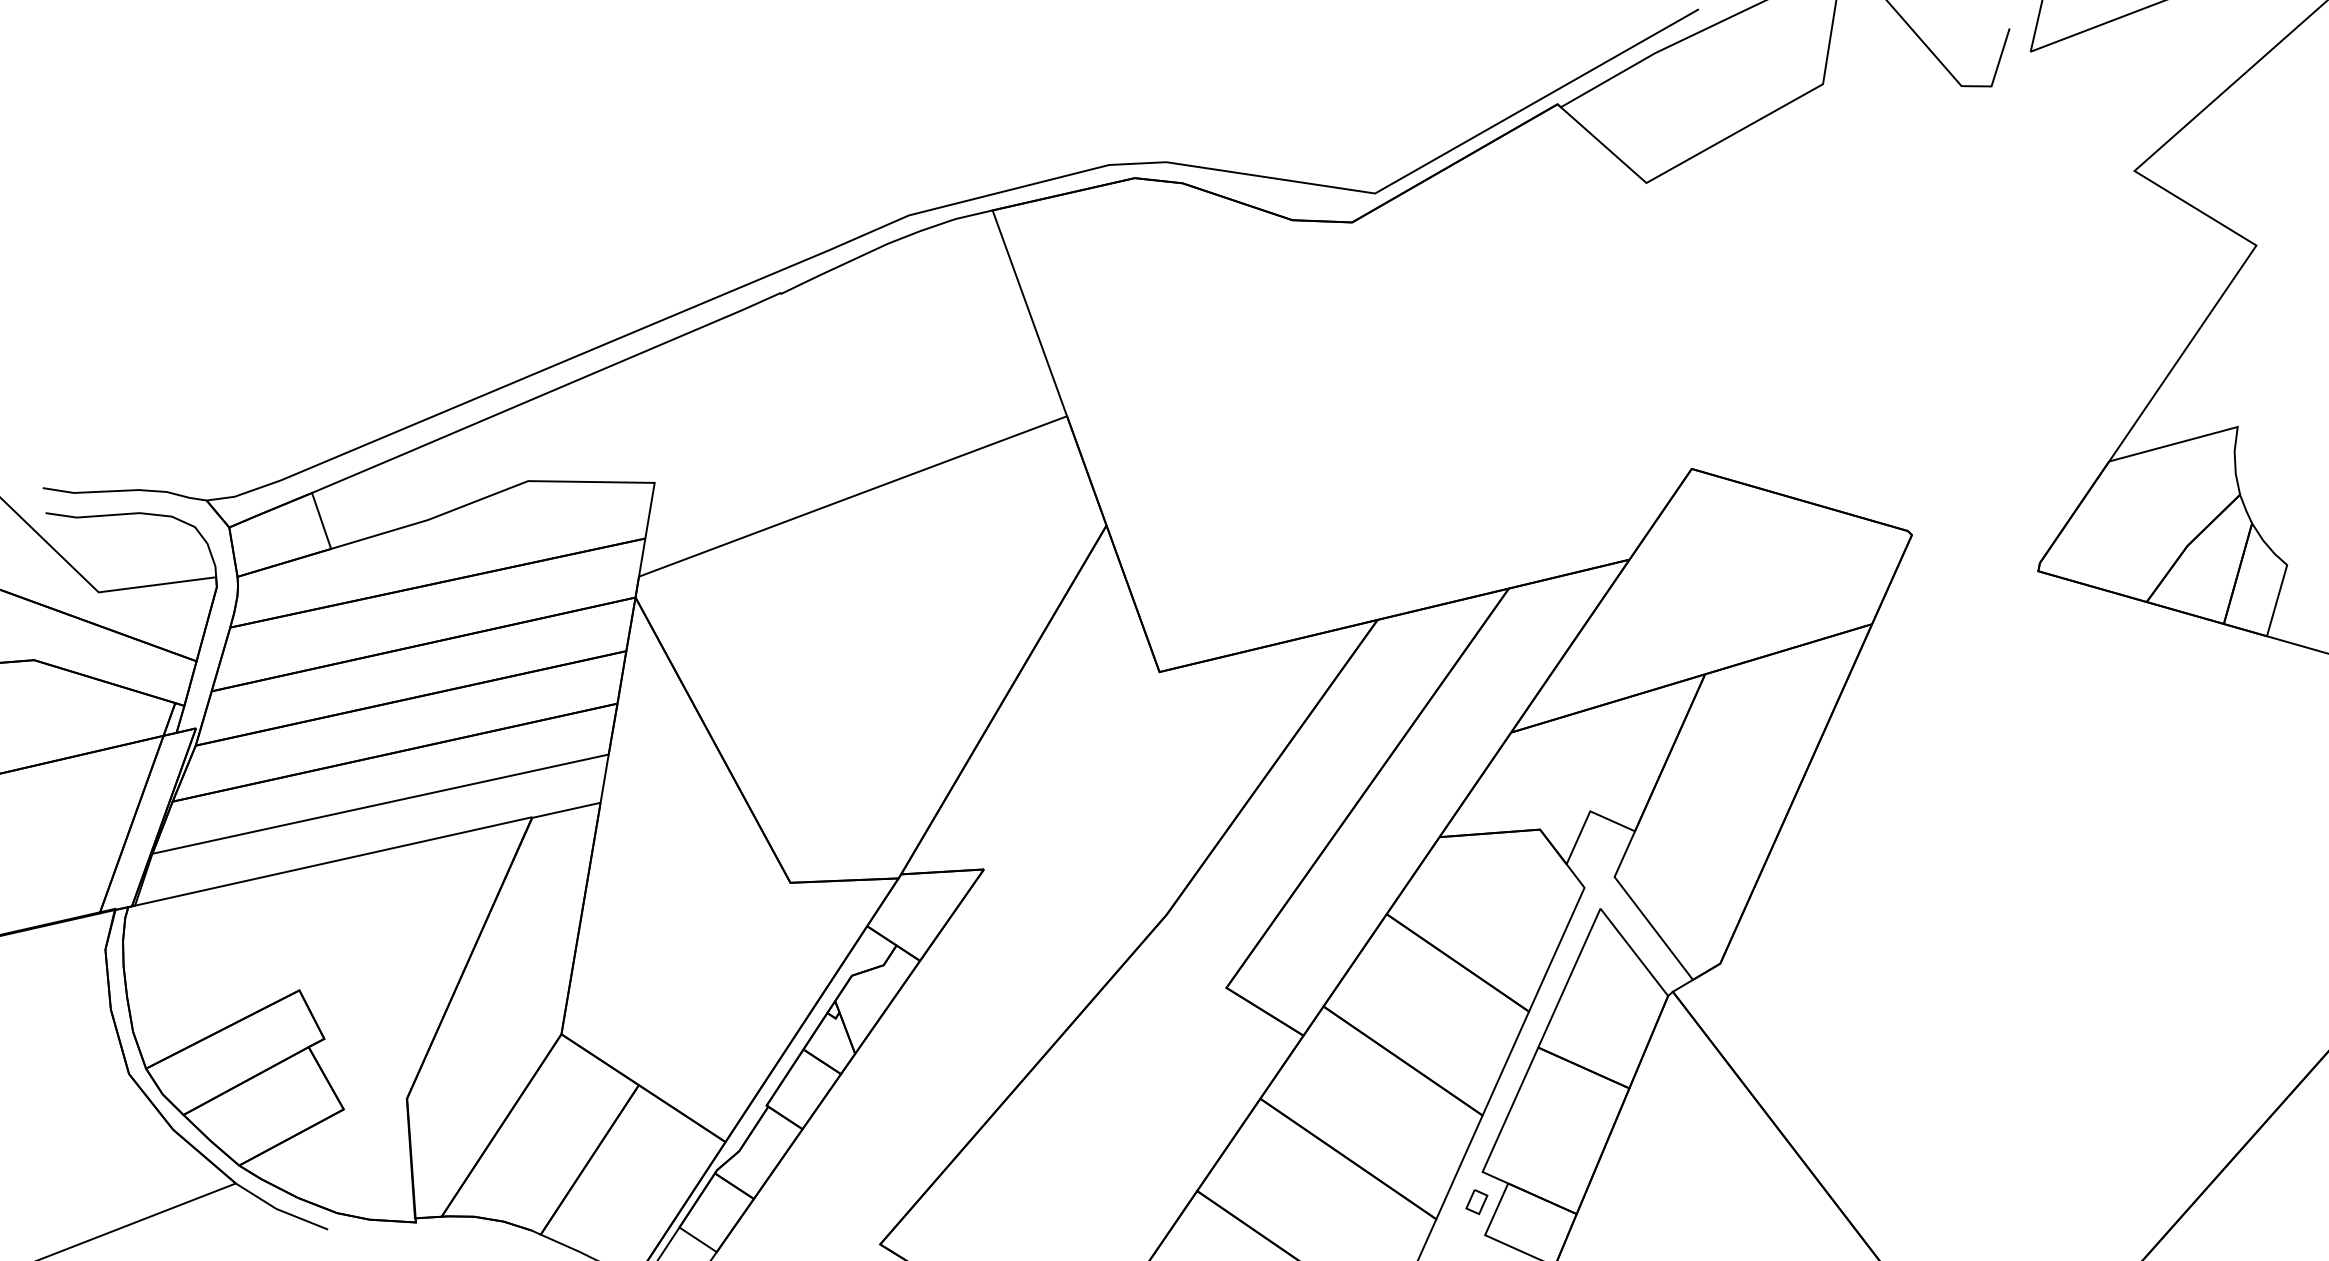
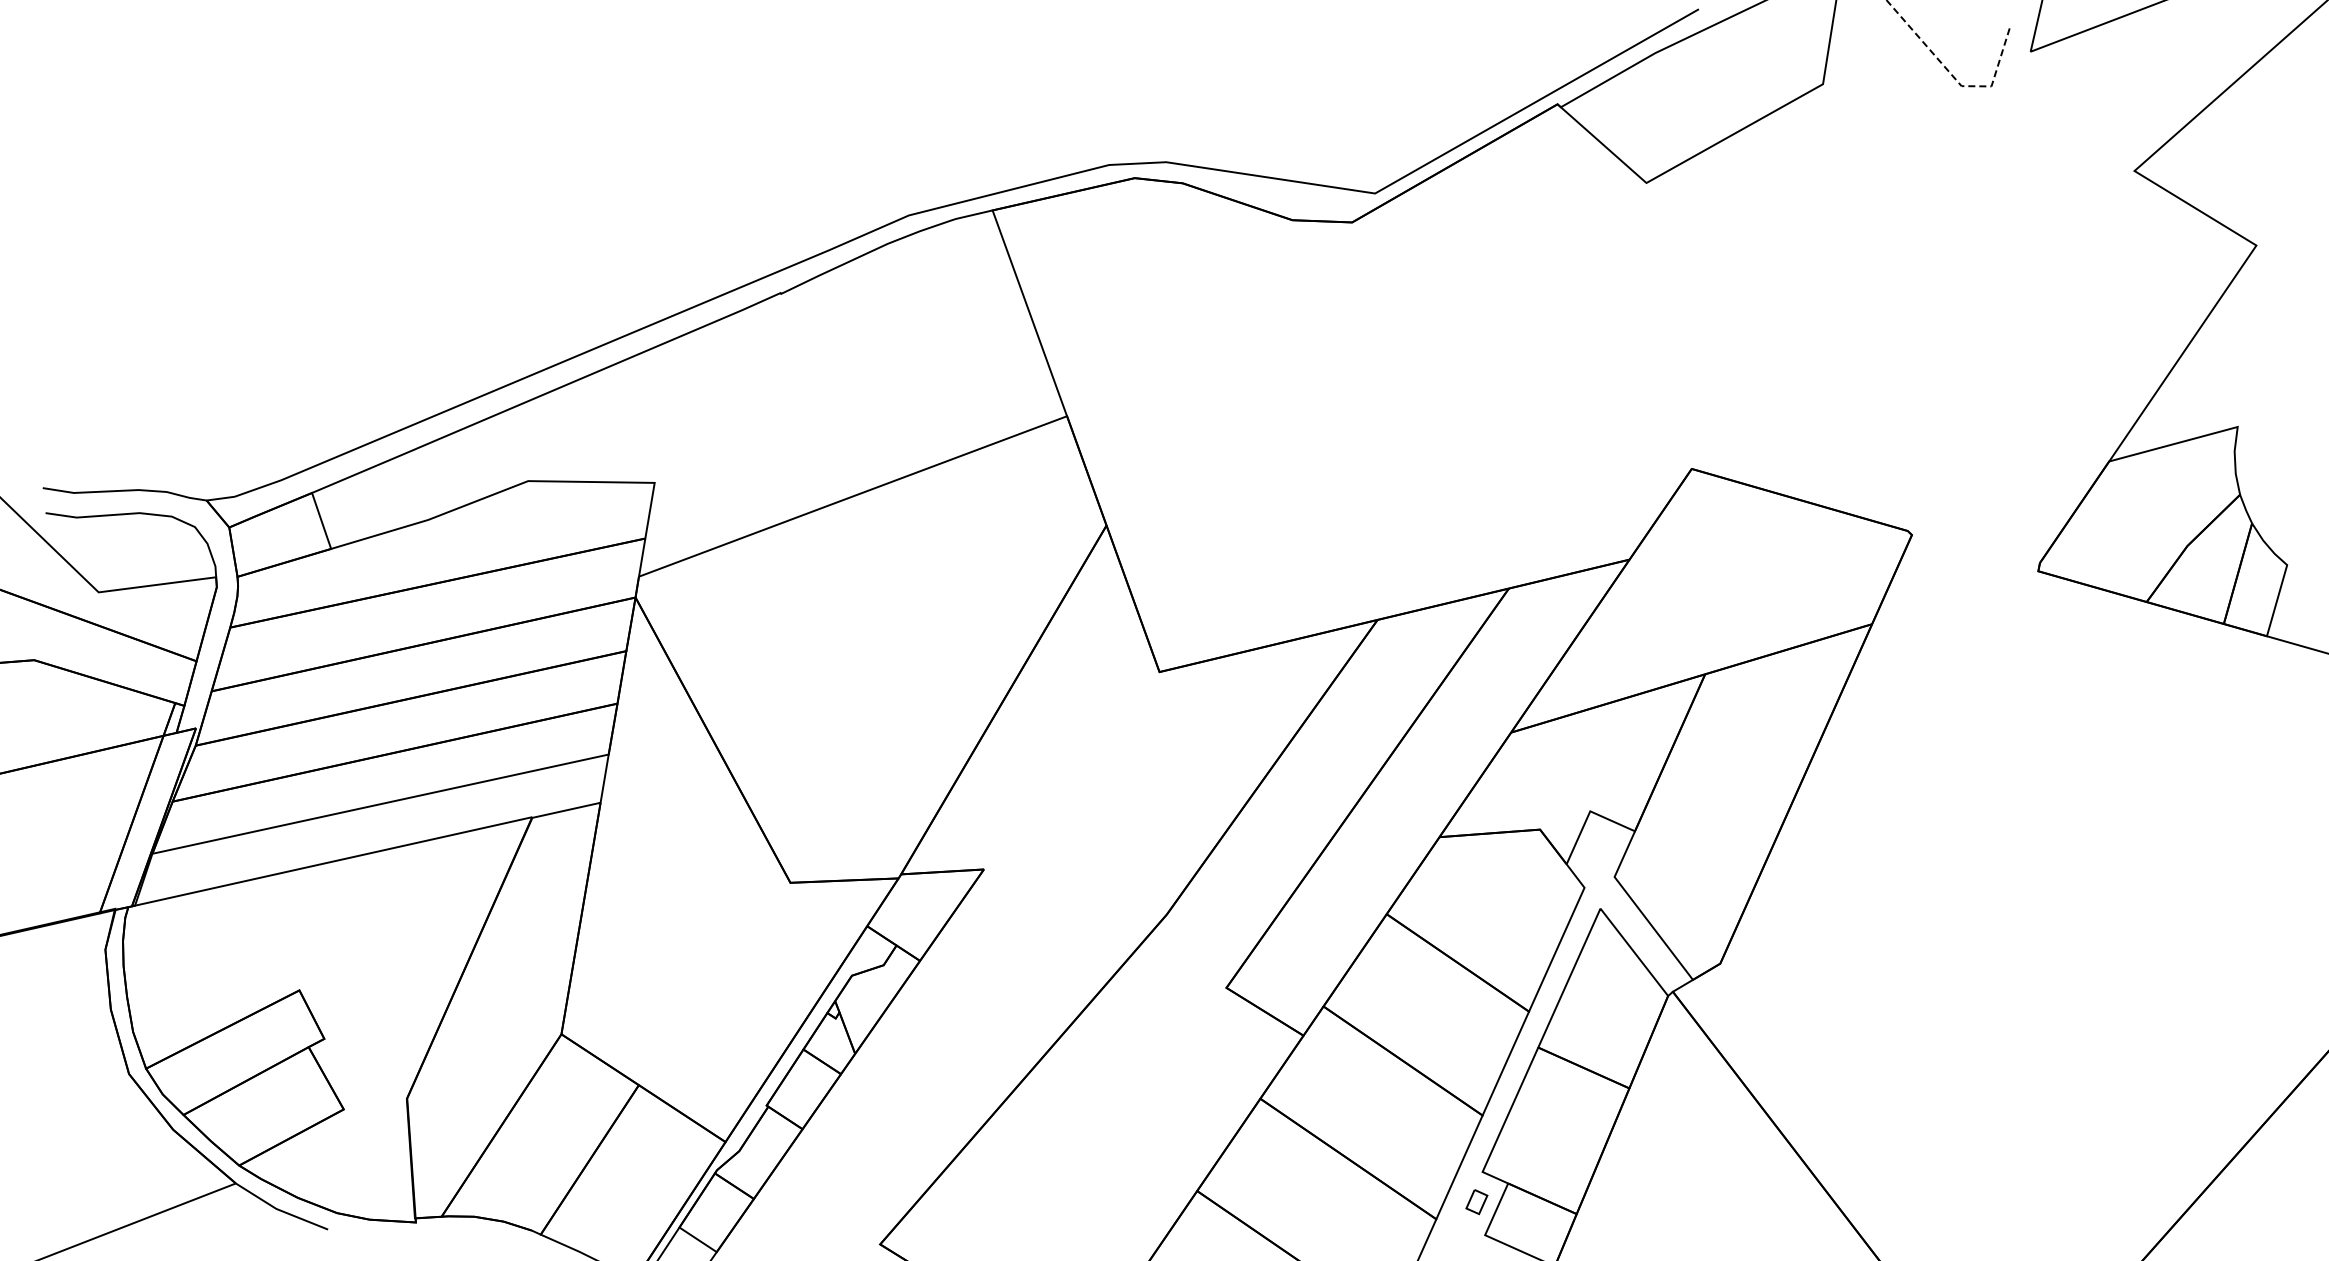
line at (1954, 77): solid -> dashed
